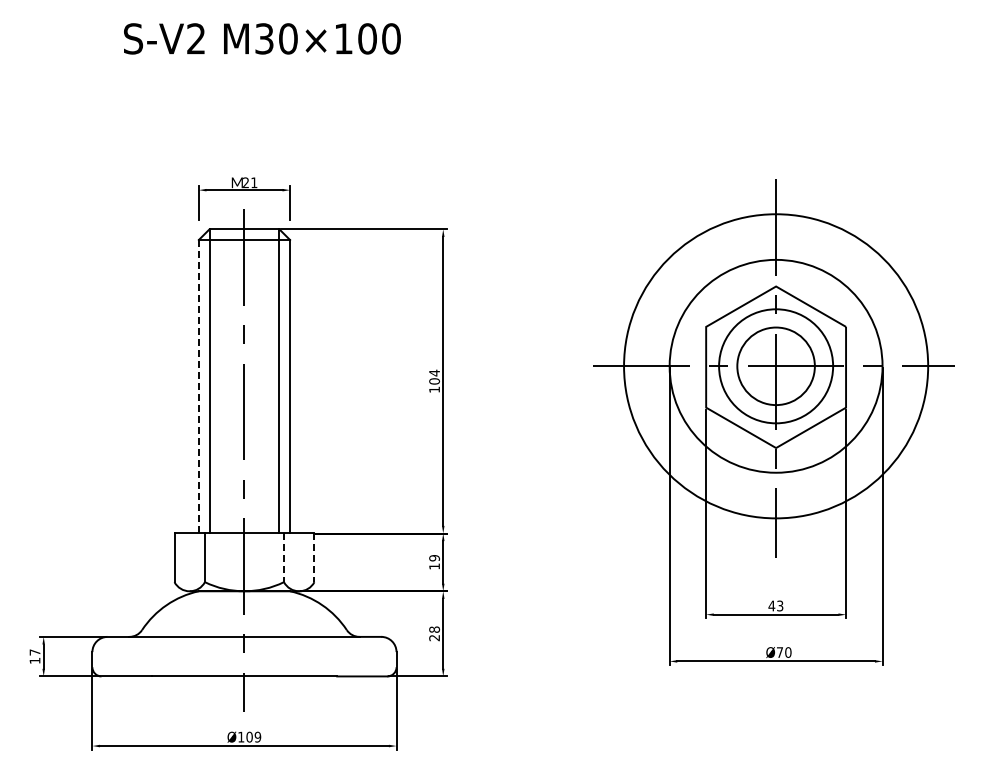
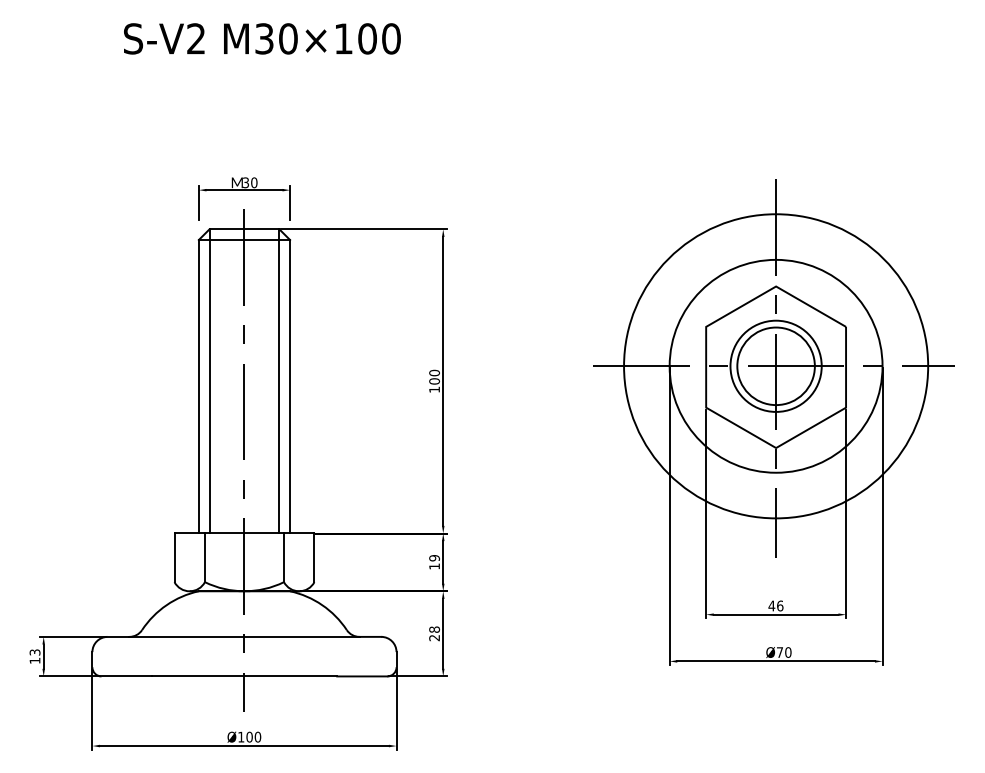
text at (250, 182): 21 -> 30
circle at (776, 366) diameter: 114 px -> 91 px
text at (434, 372): 104 -> 100
line at (198, 386): dashed -> solid
line at (284, 558): dashed -> solid
line at (314, 558): dashed -> solid
text at (780, 605): 43 -> 46
text at (34, 652): 17 -> 13
text at (257, 737): Ø109 -> Ø100
